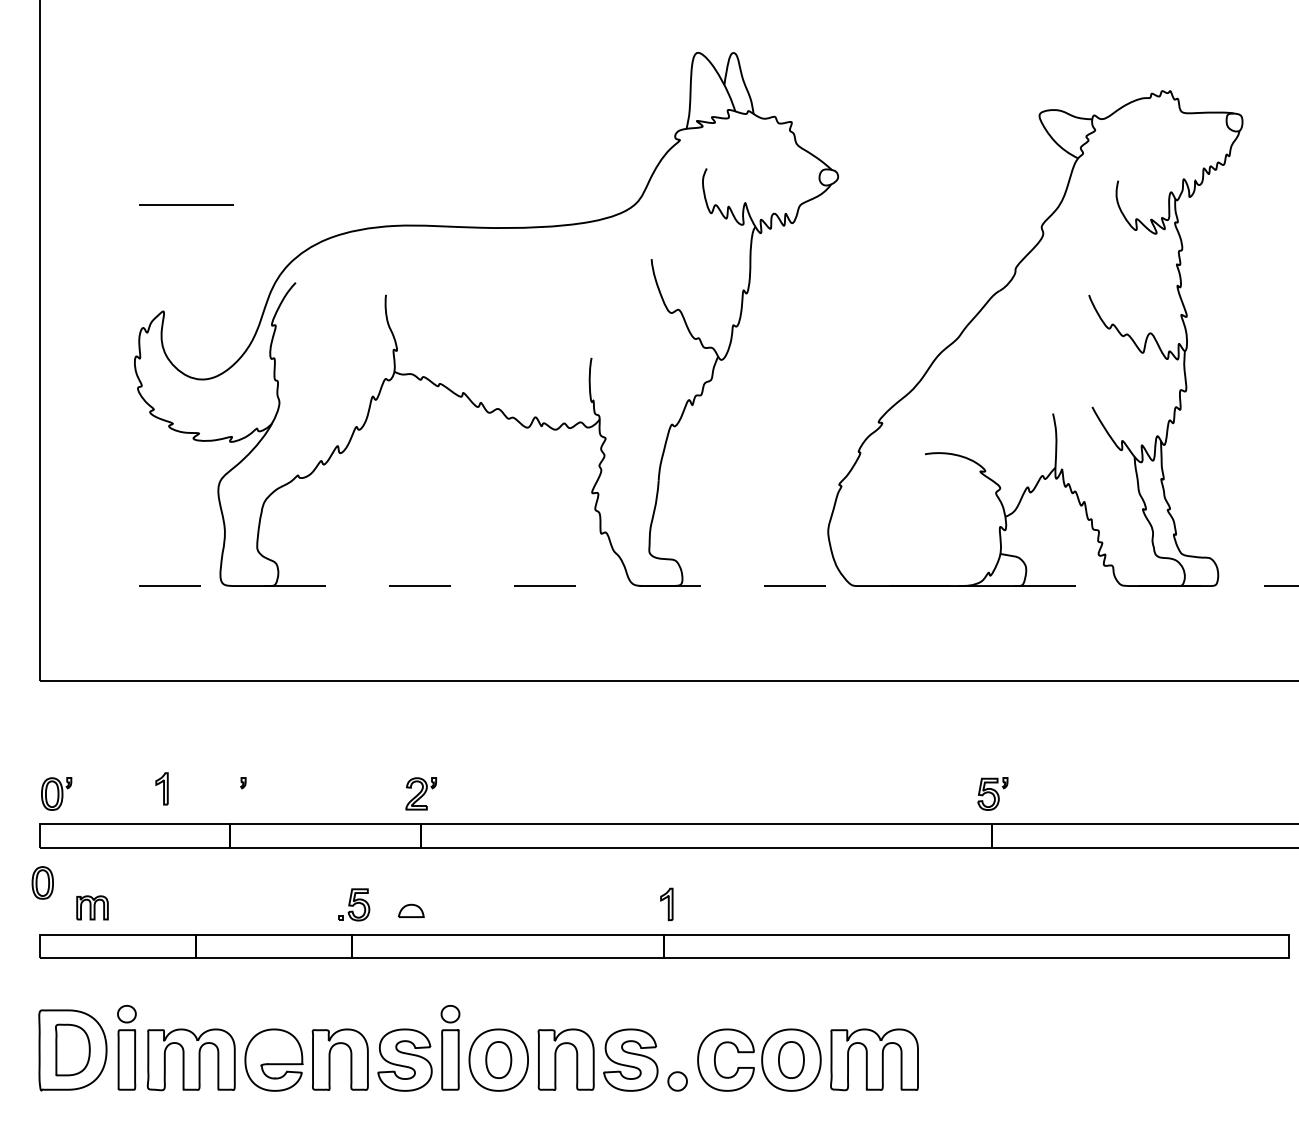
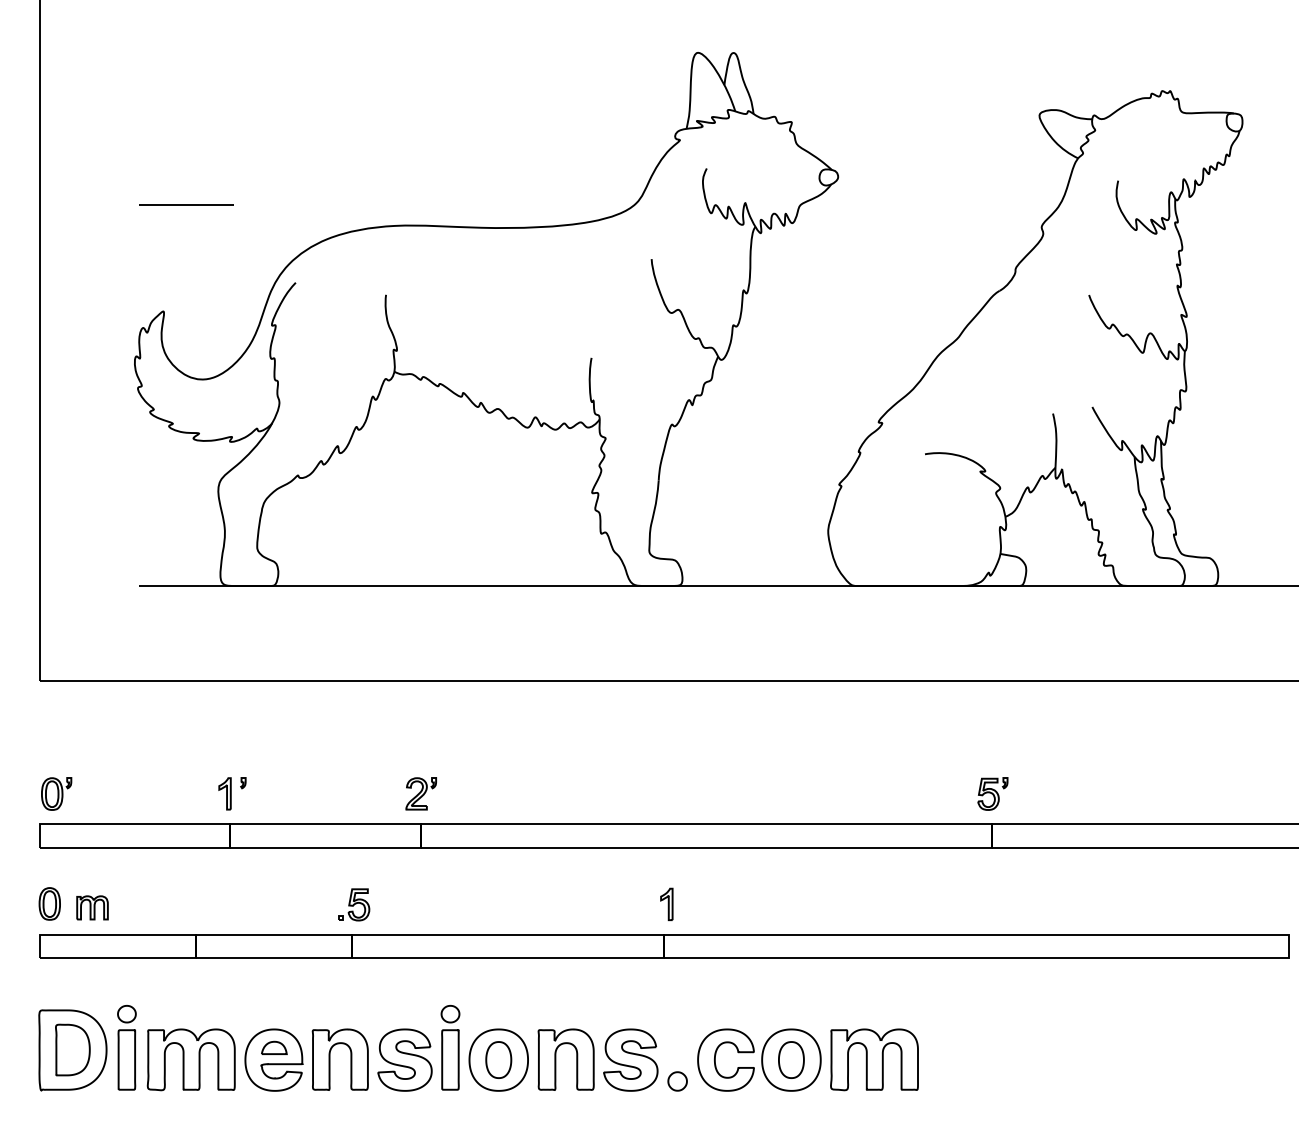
line at (718, 586): dashed -> solid
part at (161, 788) position: (161, 788) -> (224, 793)
part at (42, 882) position: (42, 882) -> (49, 903)
part at (411, 910) position: (411, 910) -> (274, 1047)
